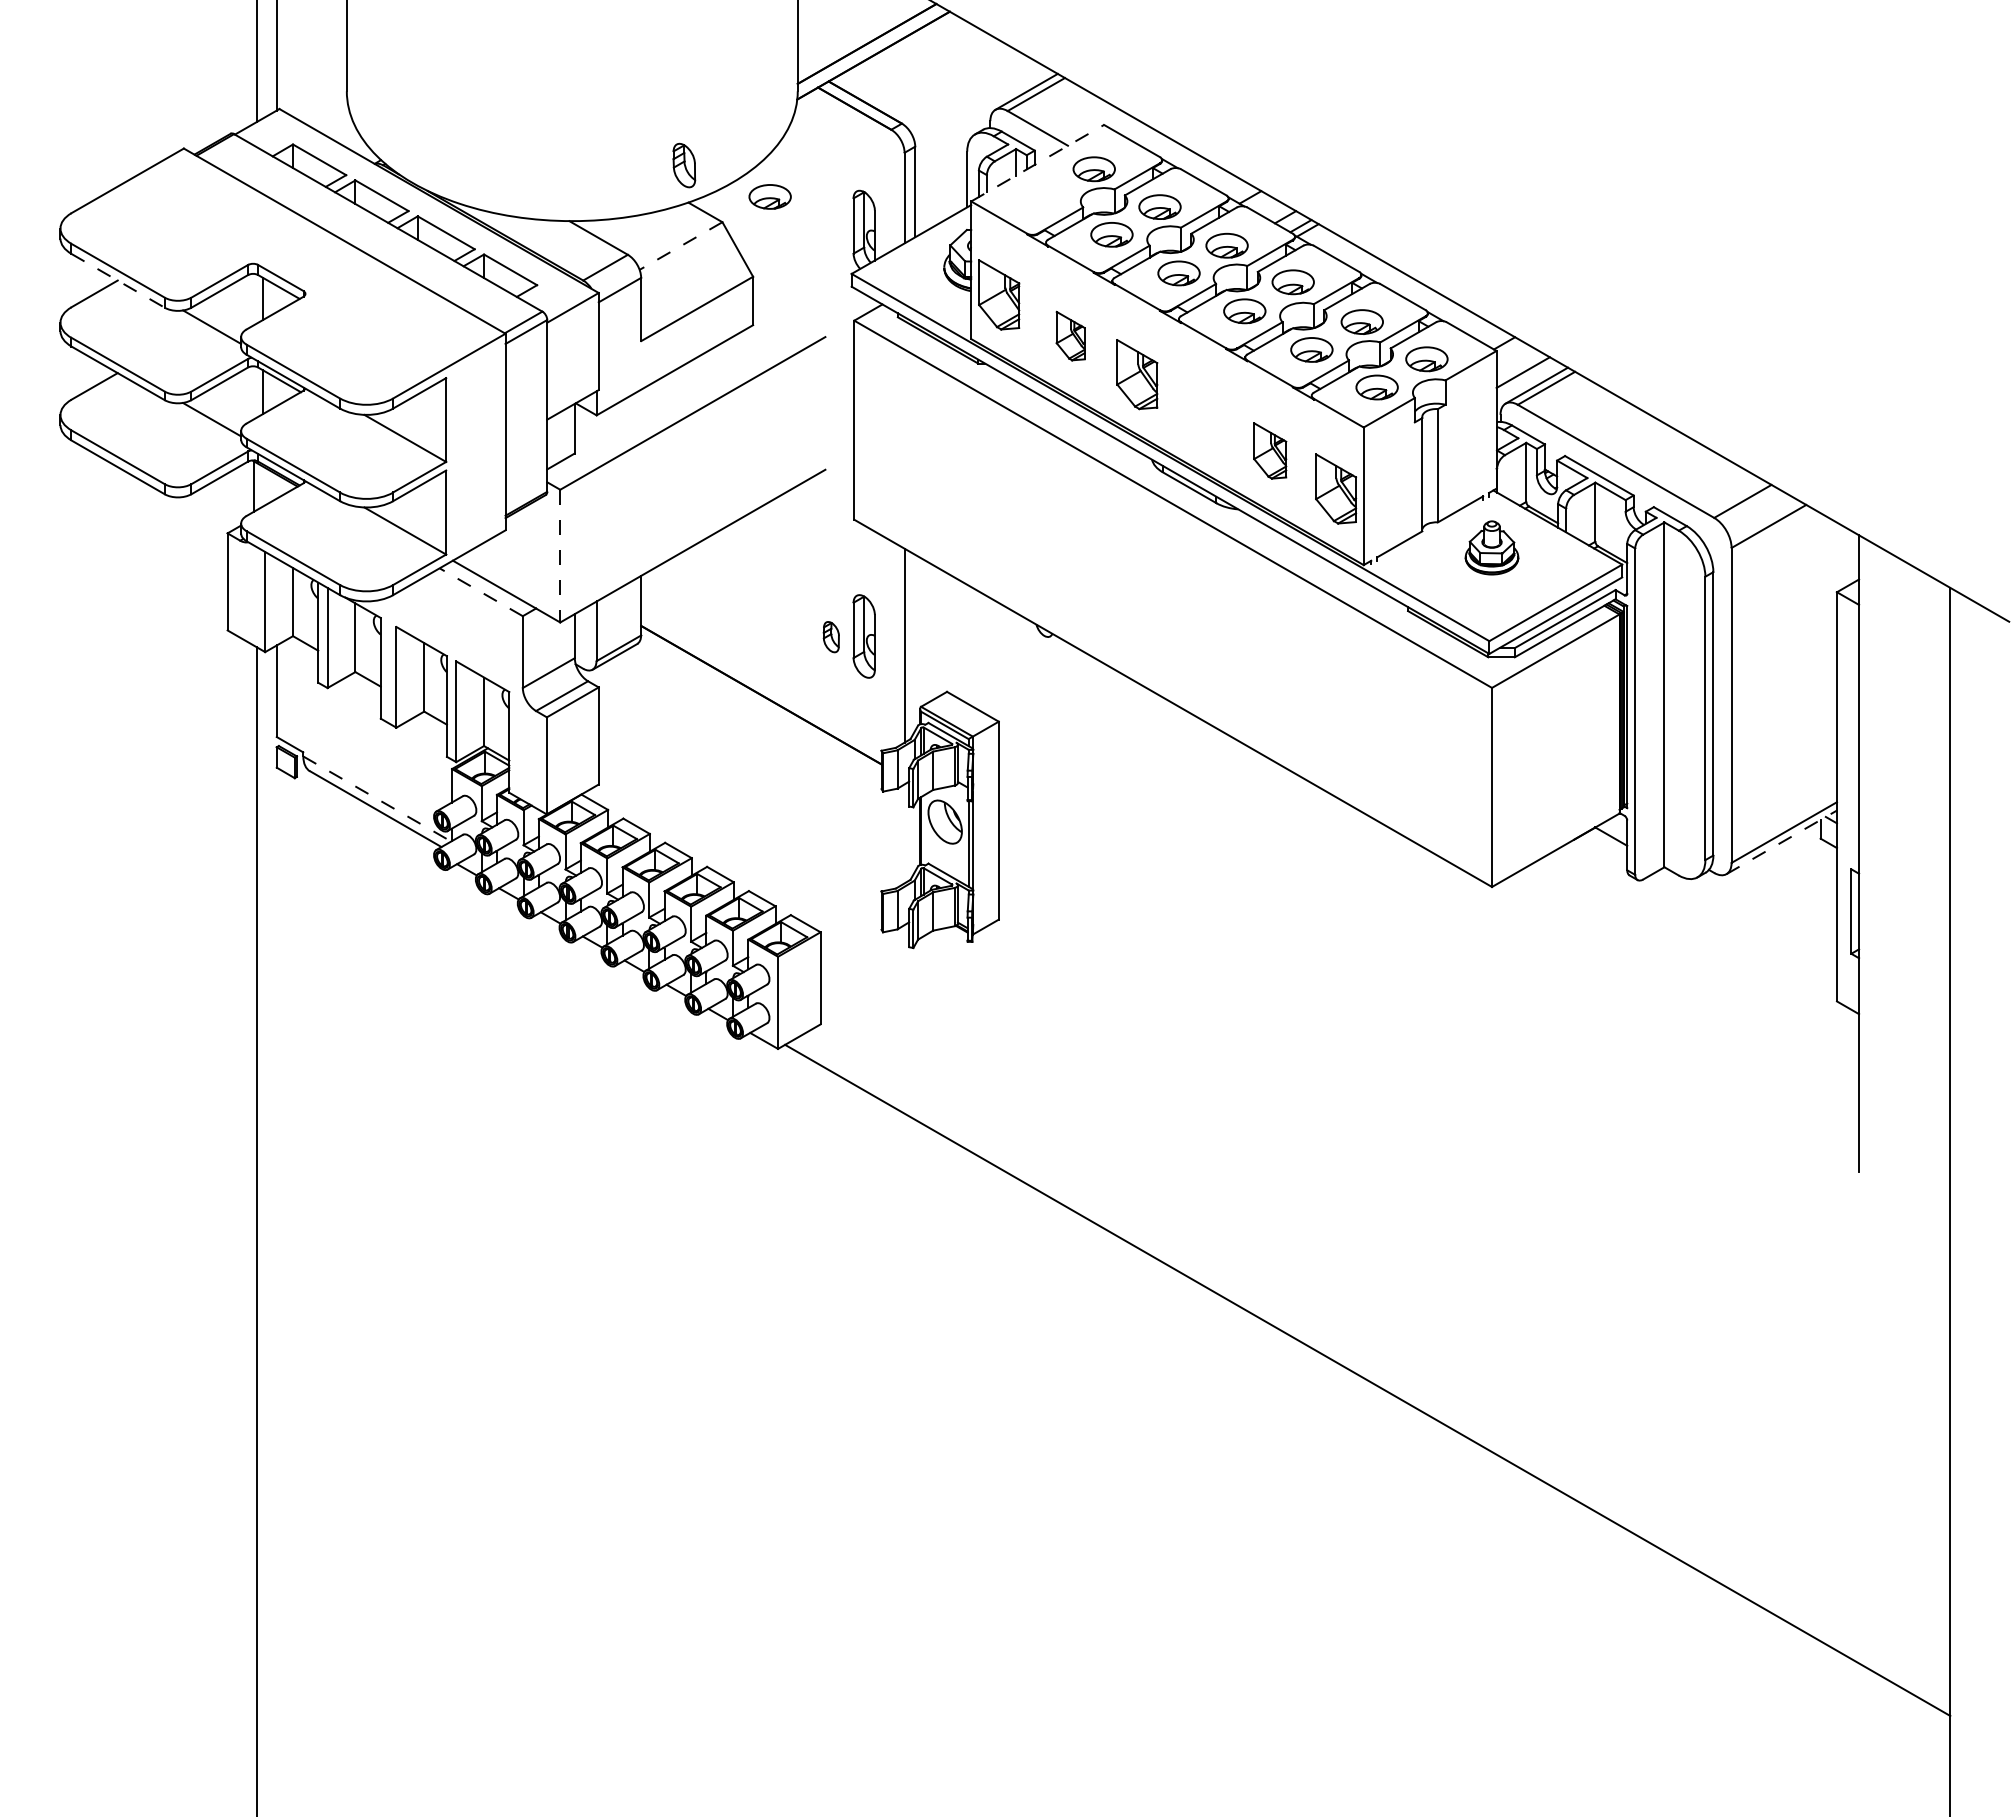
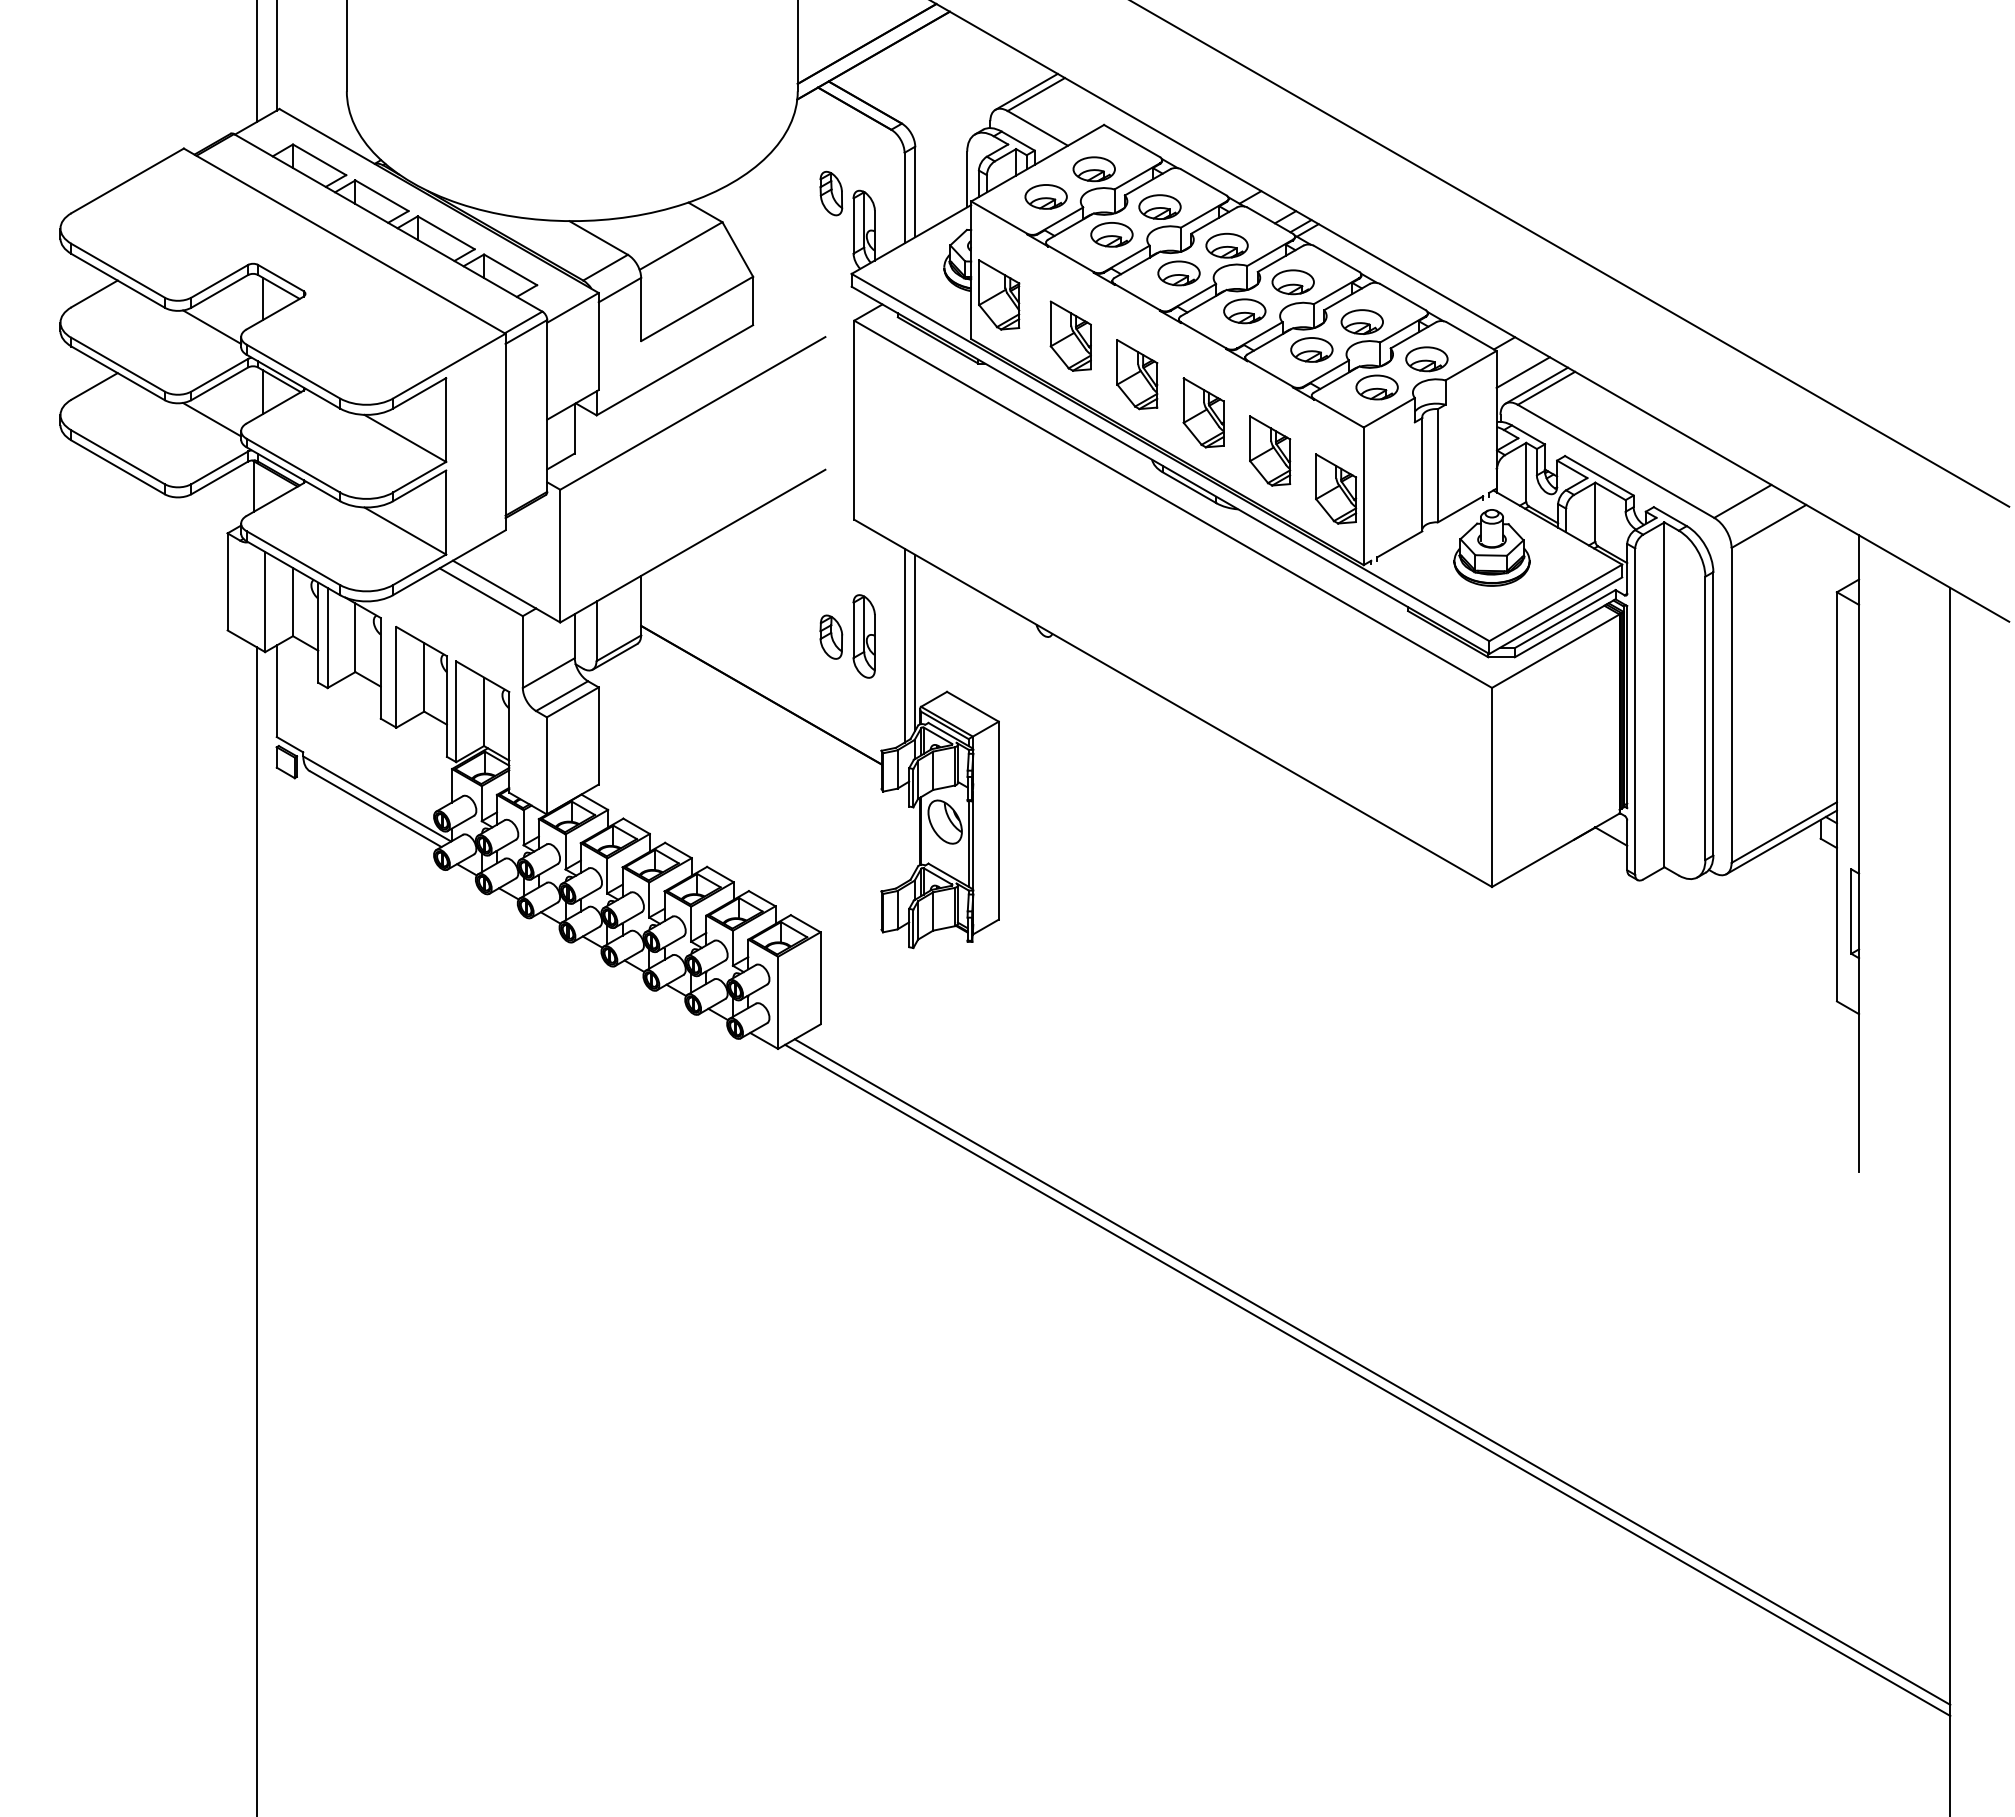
line at (1037, 163): dashed -> solid
part at (684, 165) position: (684, 165) -> (831, 193)
part at (769, 196) position: (769, 196) -> (1045, 196)
line at (681, 246): dashed -> solid
line at (1570, 254): none -> present
line at (118, 280): dashed -> solid
part at (1070, 335) size: 31x52 px -> 43x72 px
part at (1203, 412): none -> present
part at (1270, 450) size: 35x58 px -> 43x72 px
part at (1491, 547) size: 56x56 px -> 78x78 px
line at (560, 556): dashed -> solid
line at (481, 592): dashed -> solid
part at (830, 637) size: 18x33 px -> 25x46 px
line at (915, 642): none -> present
line at (377, 799): dashed -> solid
line at (1781, 842): dashed -> solid
line at (1372, 1371): none -> present
